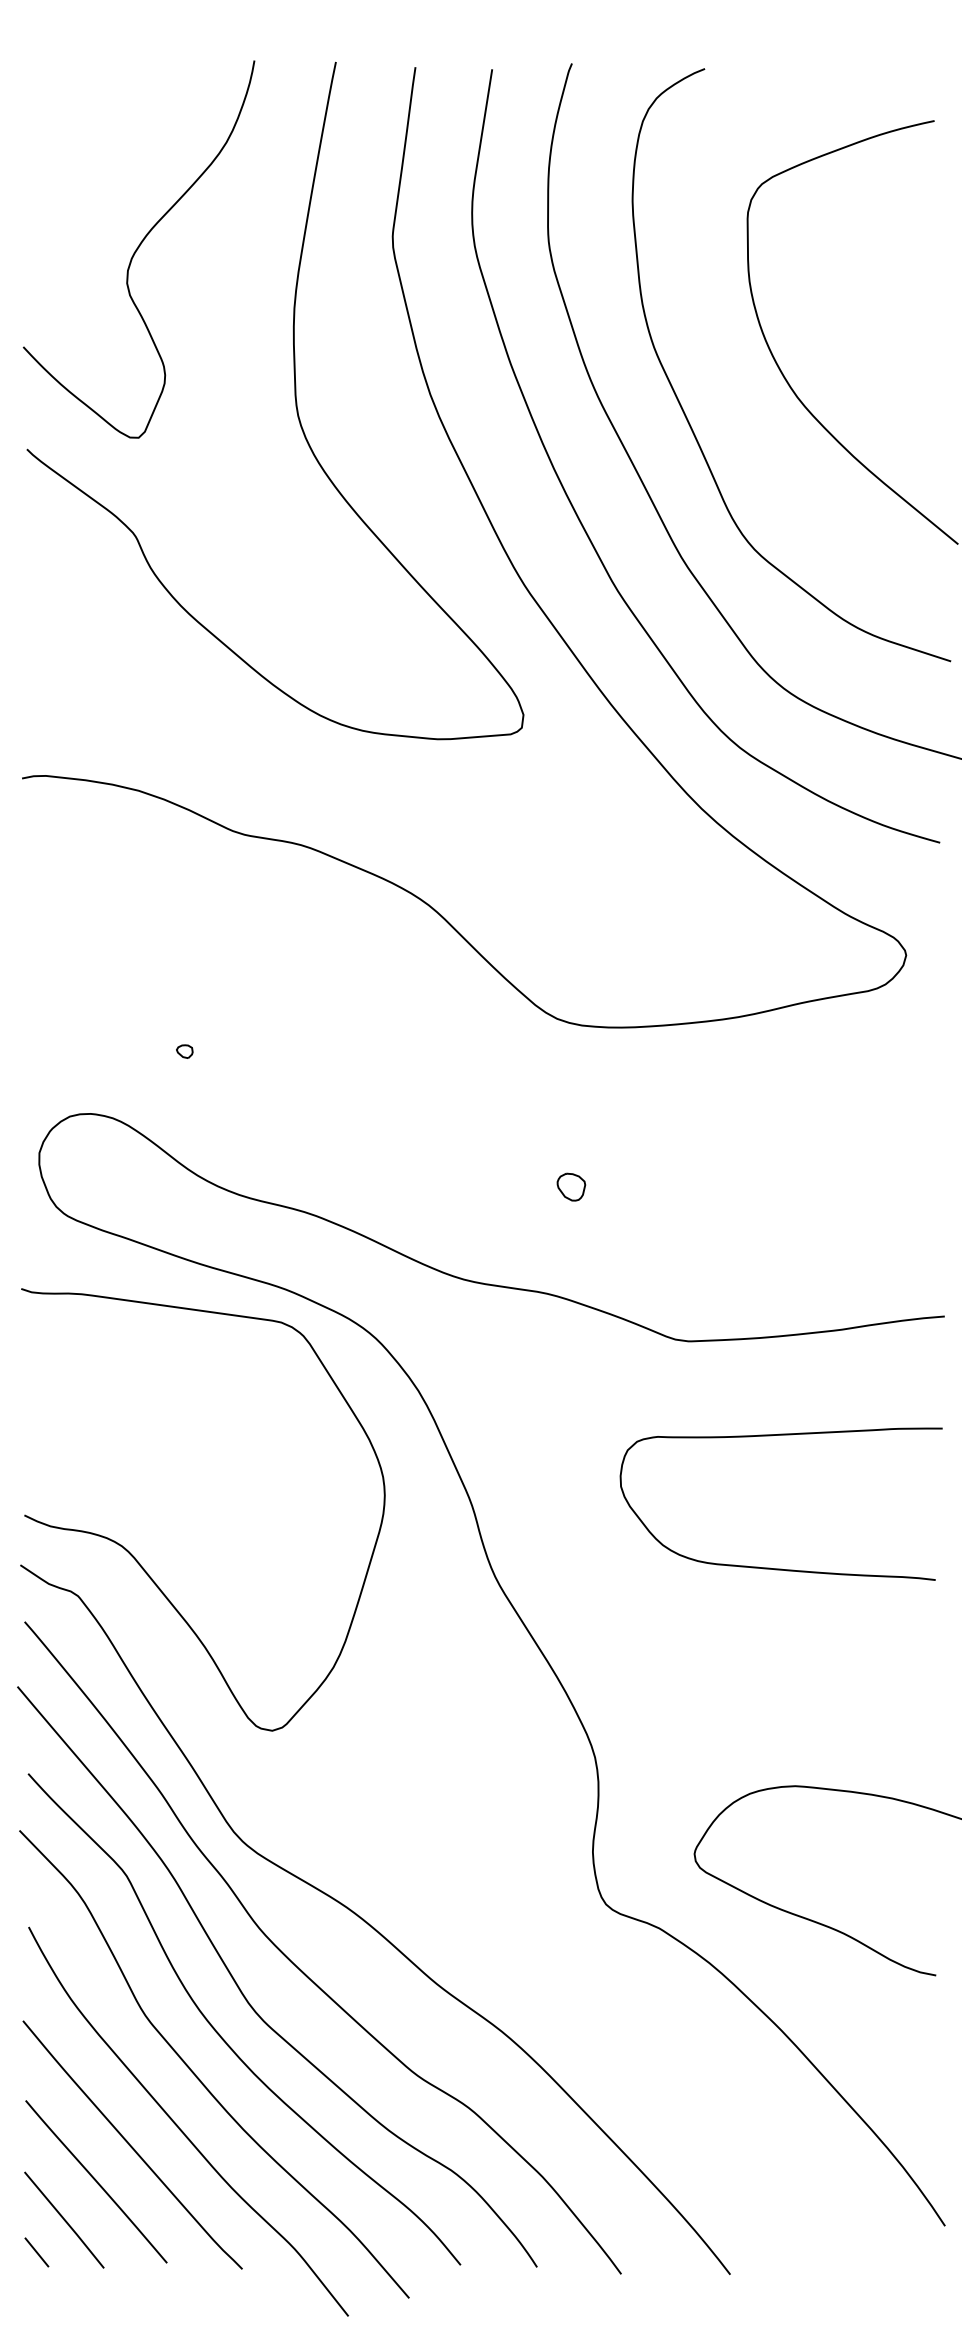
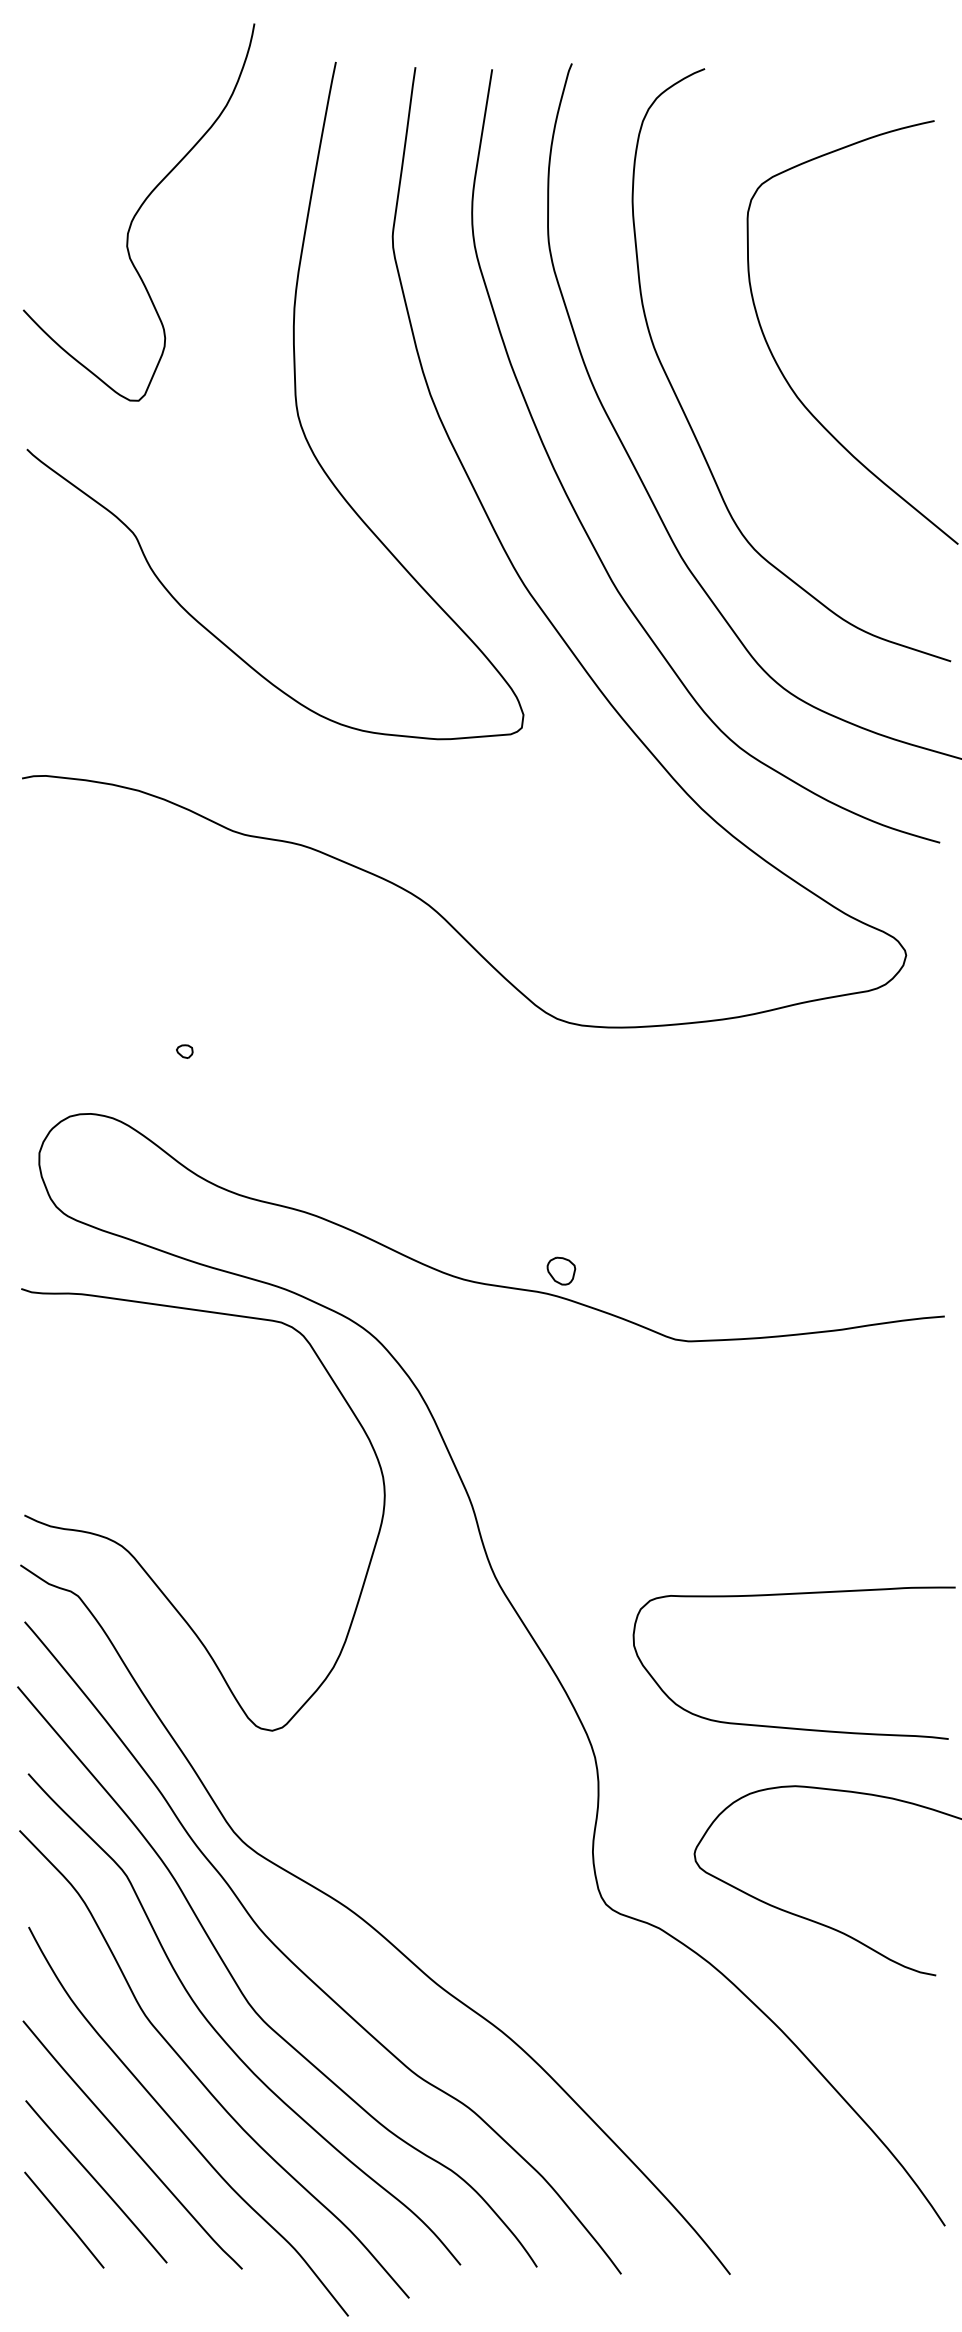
curve at (138, 249) position: (138, 249) -> (138, 212)
part at (571, 1186) position: (571, 1186) -> (561, 1270)
curve at (770, 1567) position: (770, 1567) -> (783, 1726)
line at (36, 2252): present -> none
